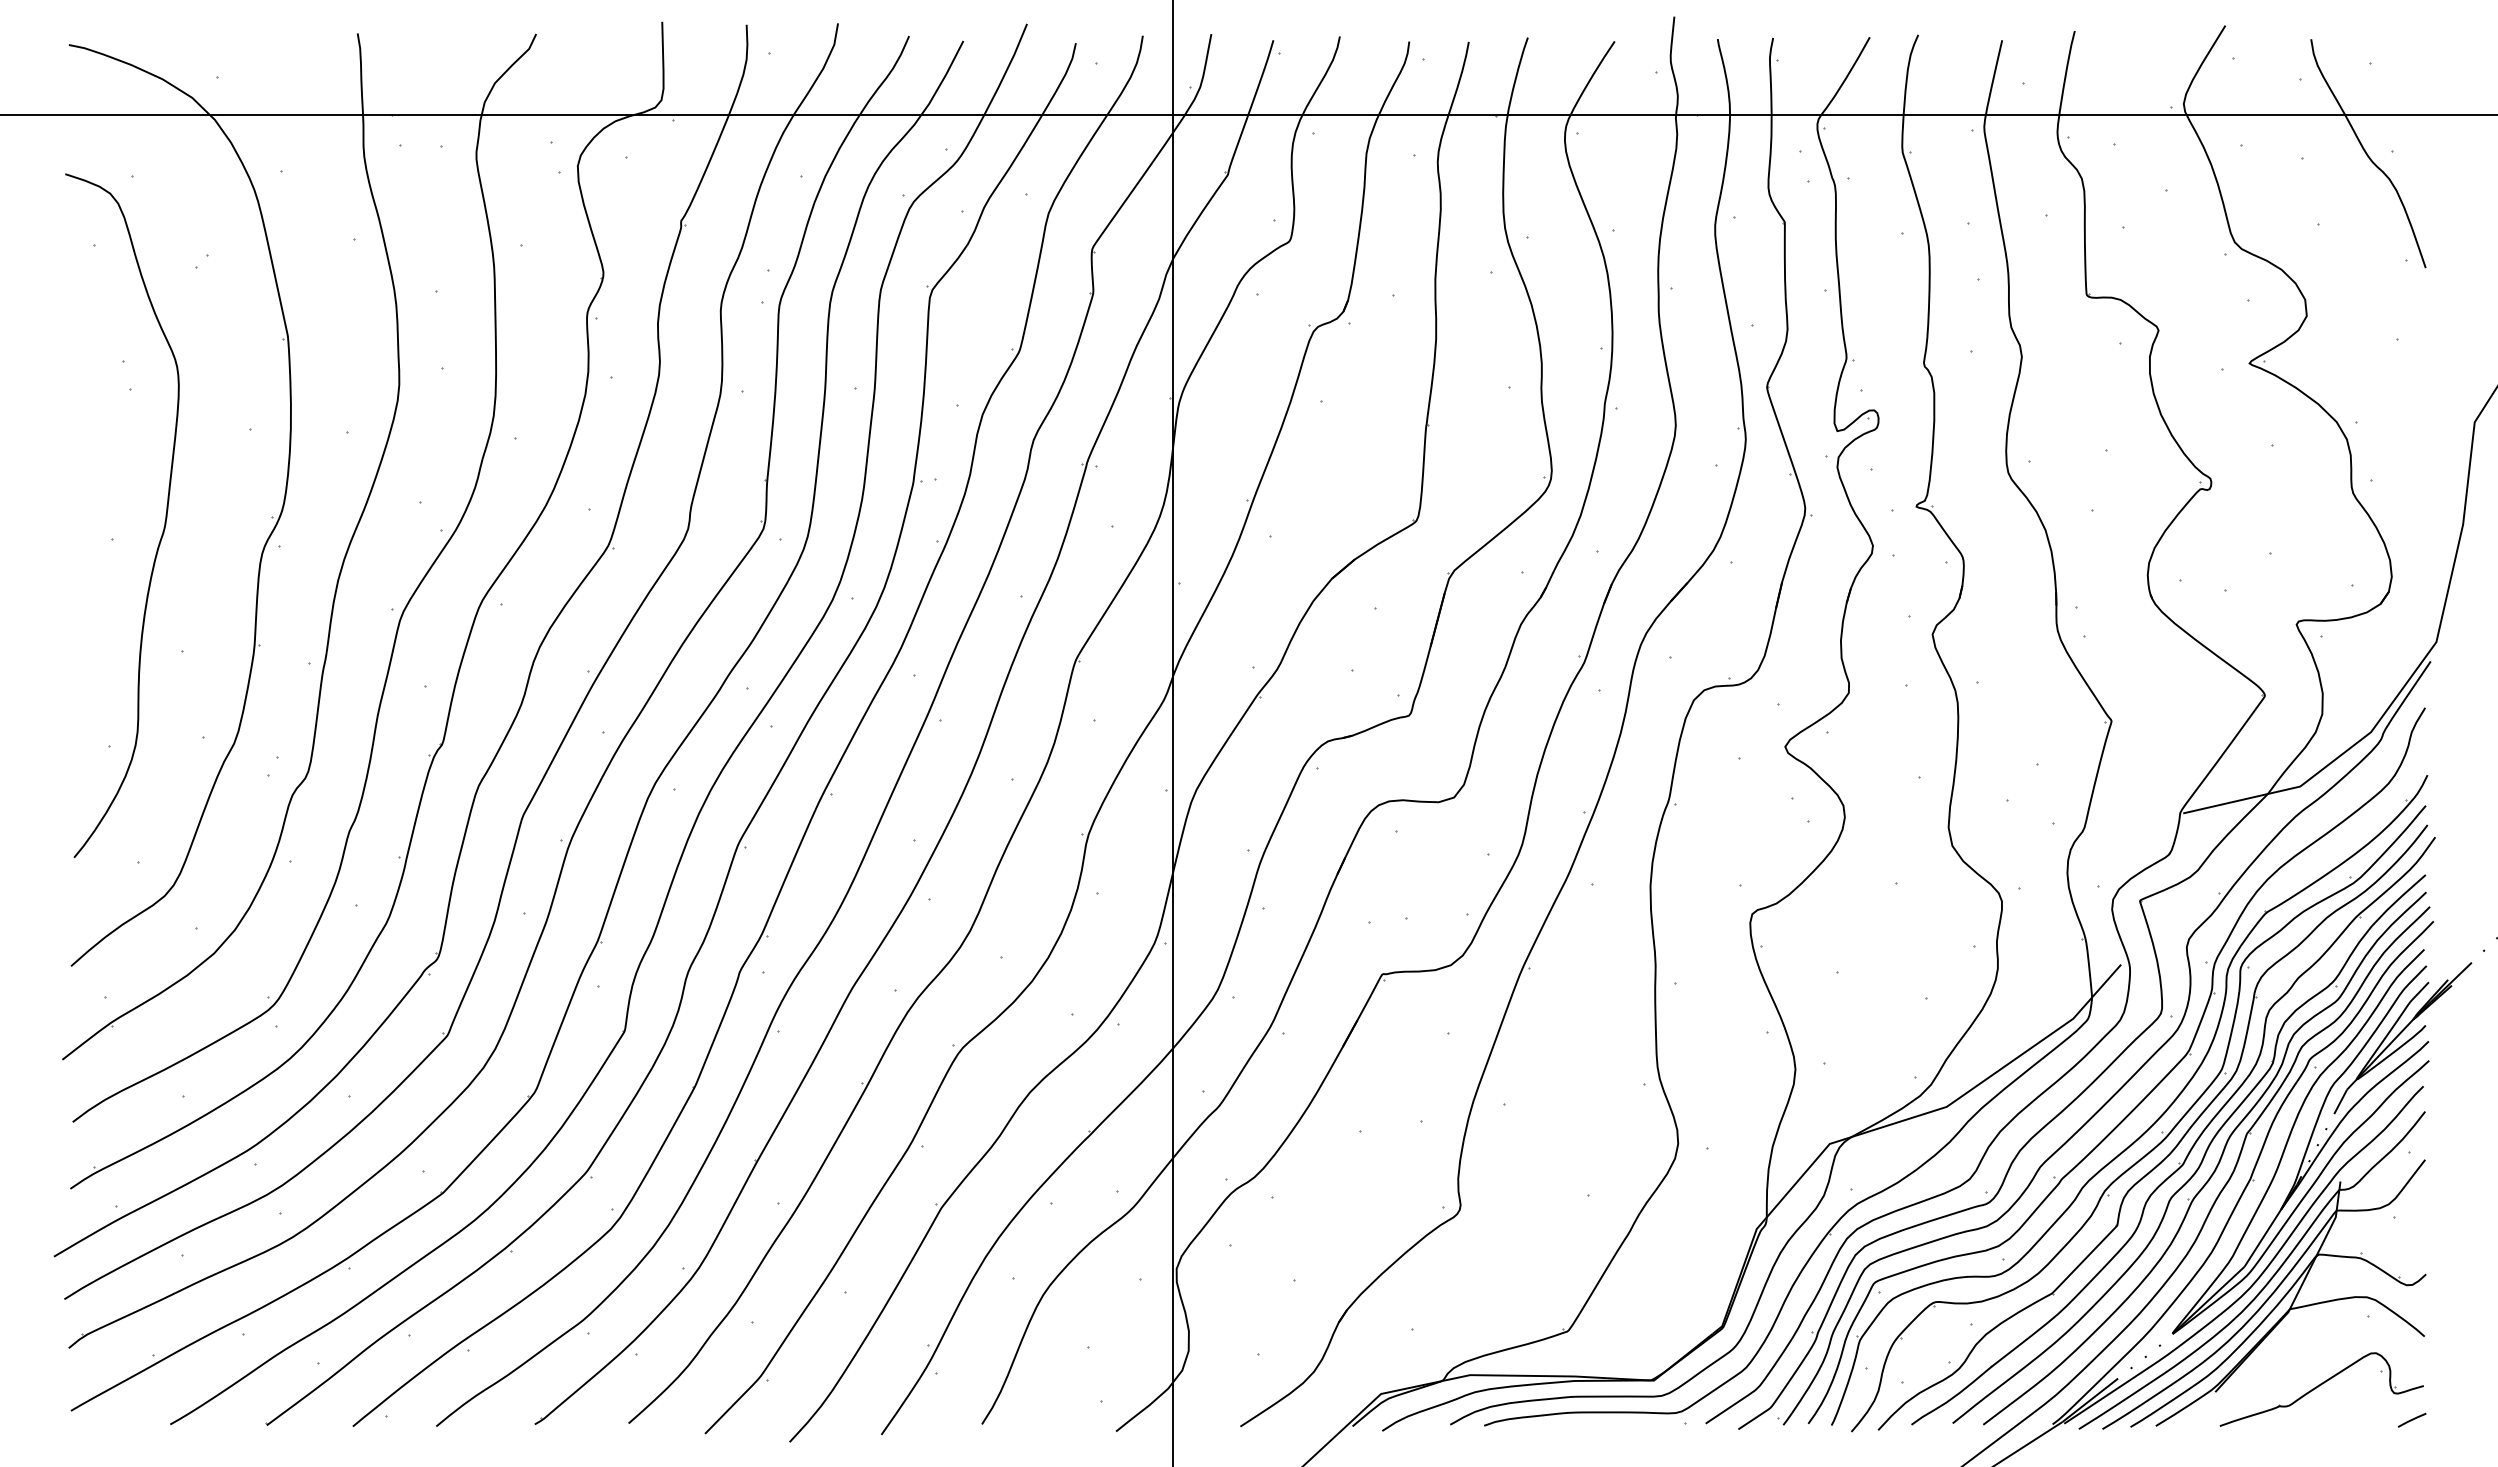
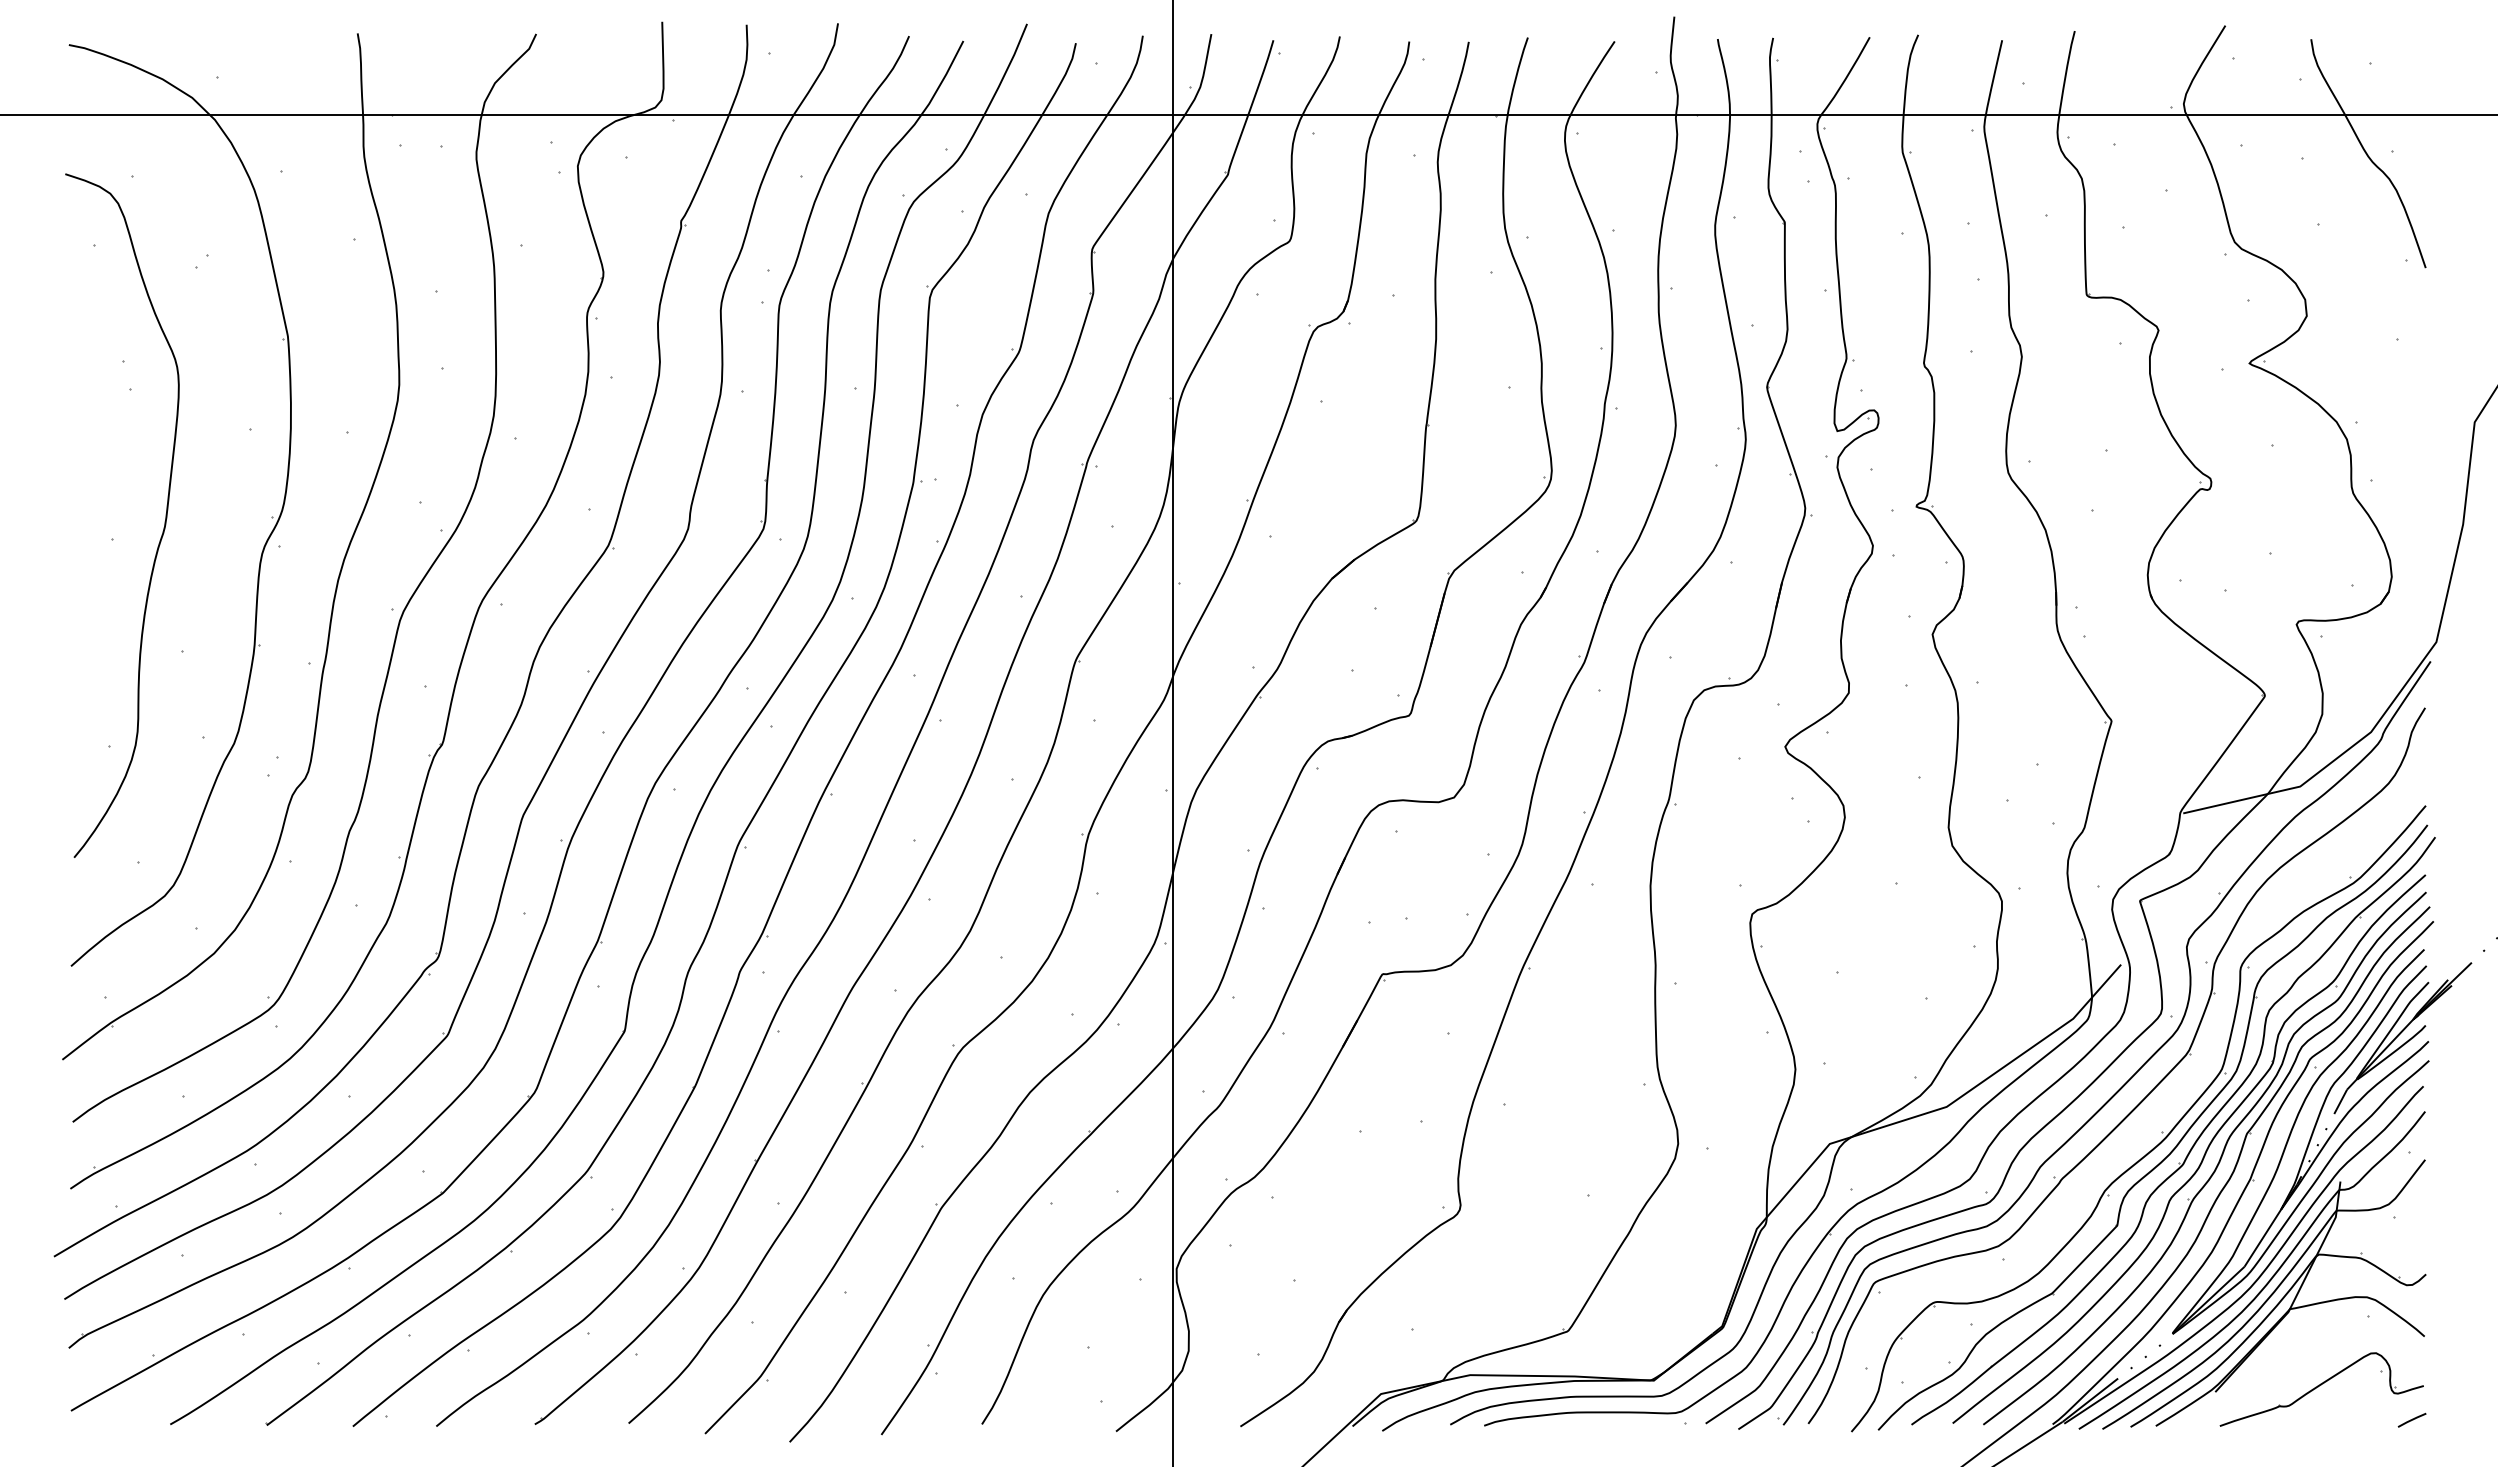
part at (2154, 1121): present -> none
